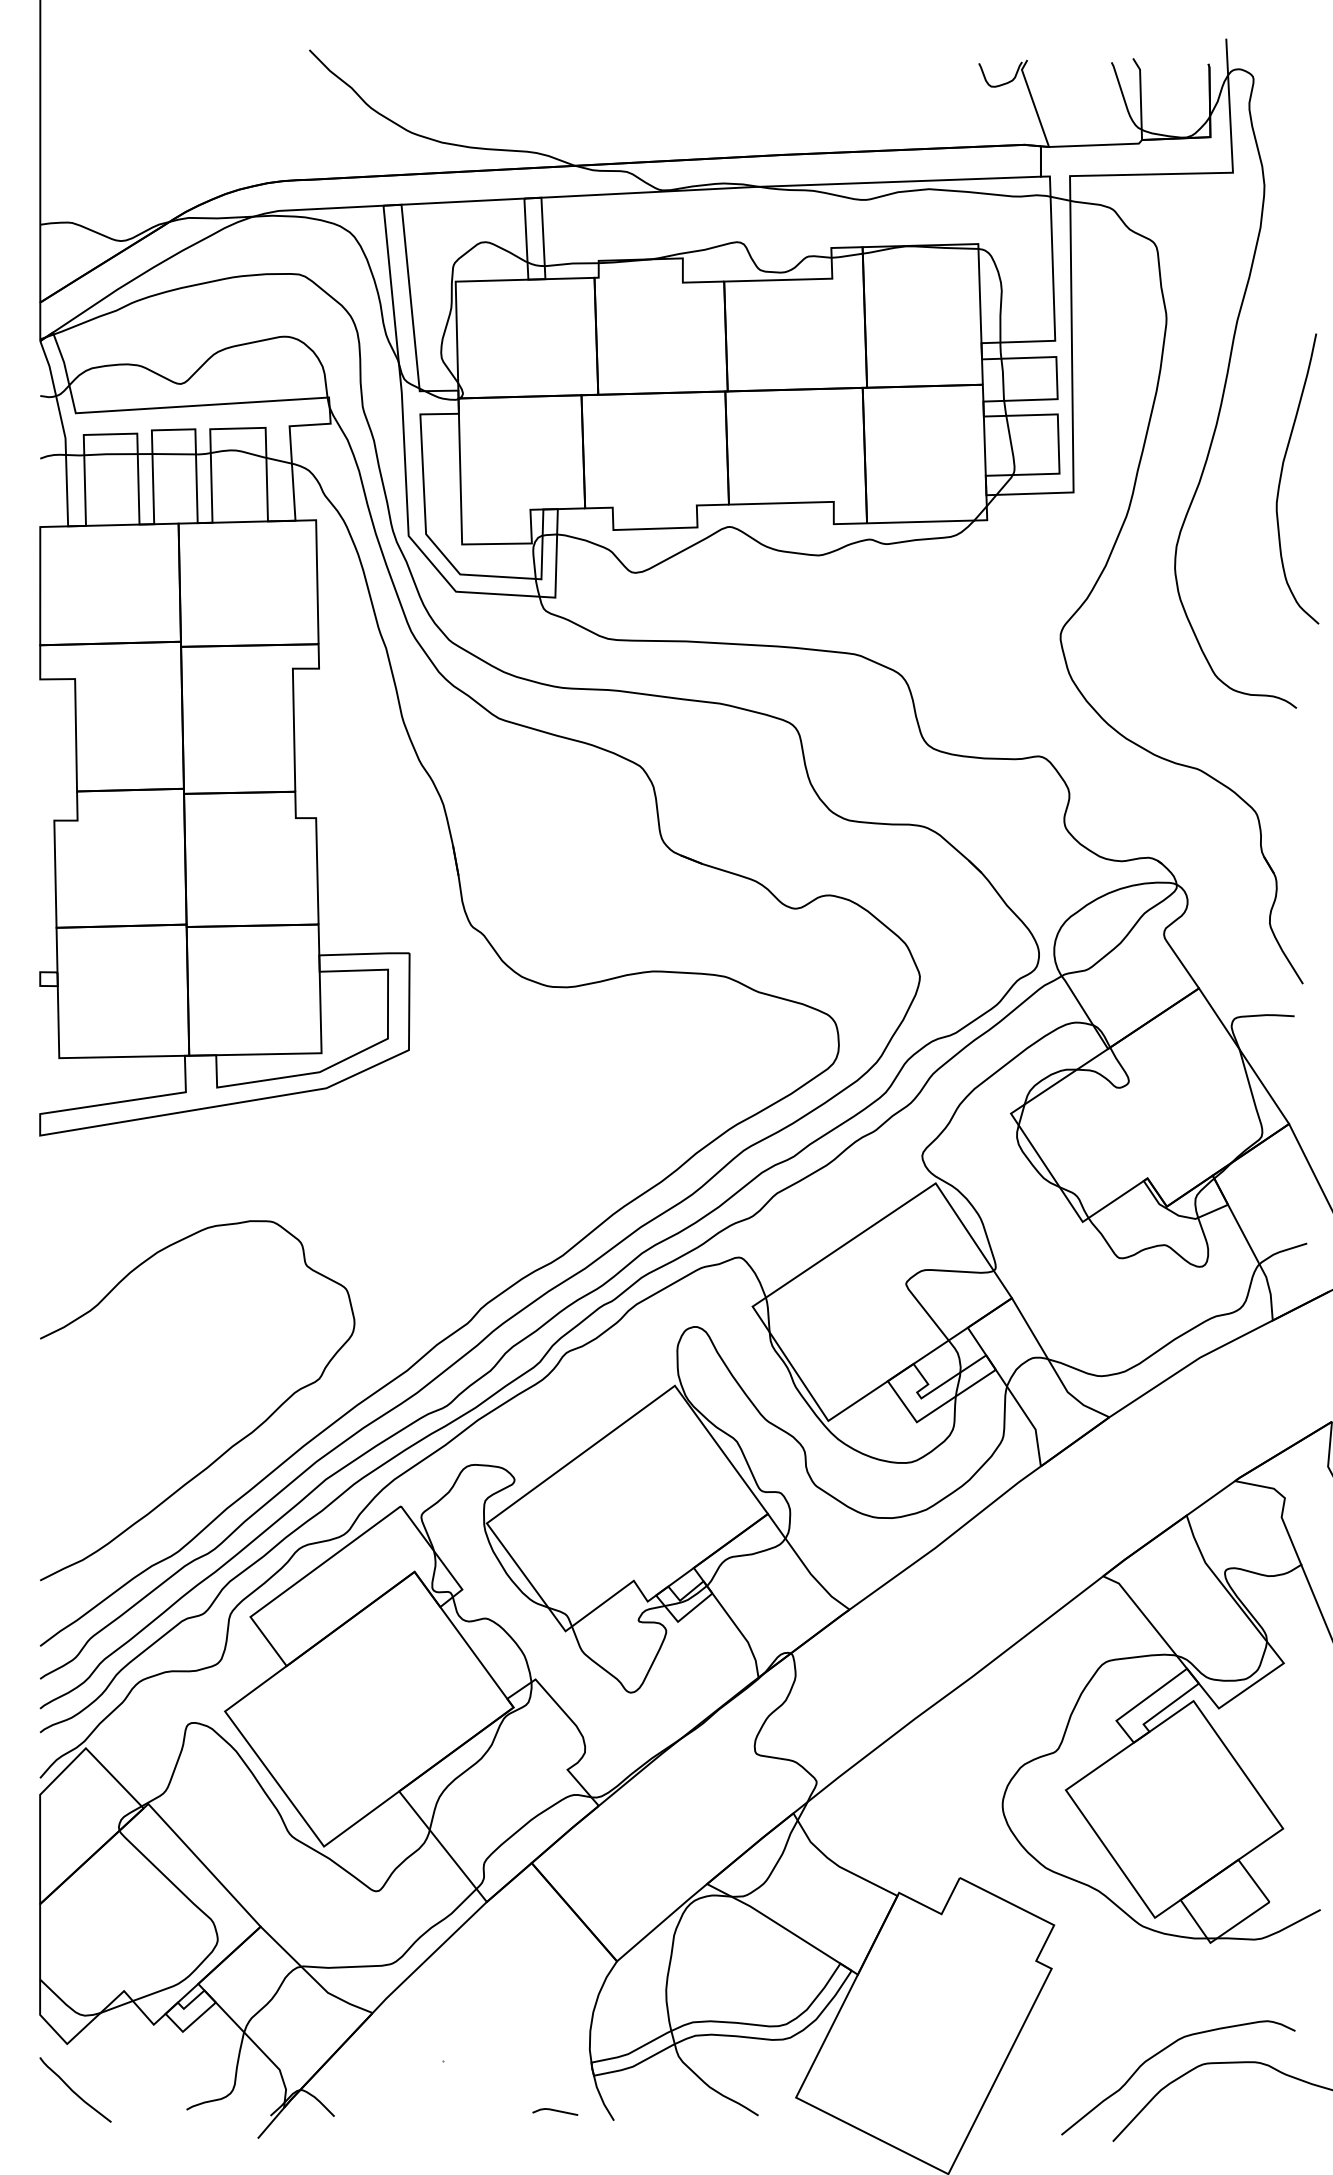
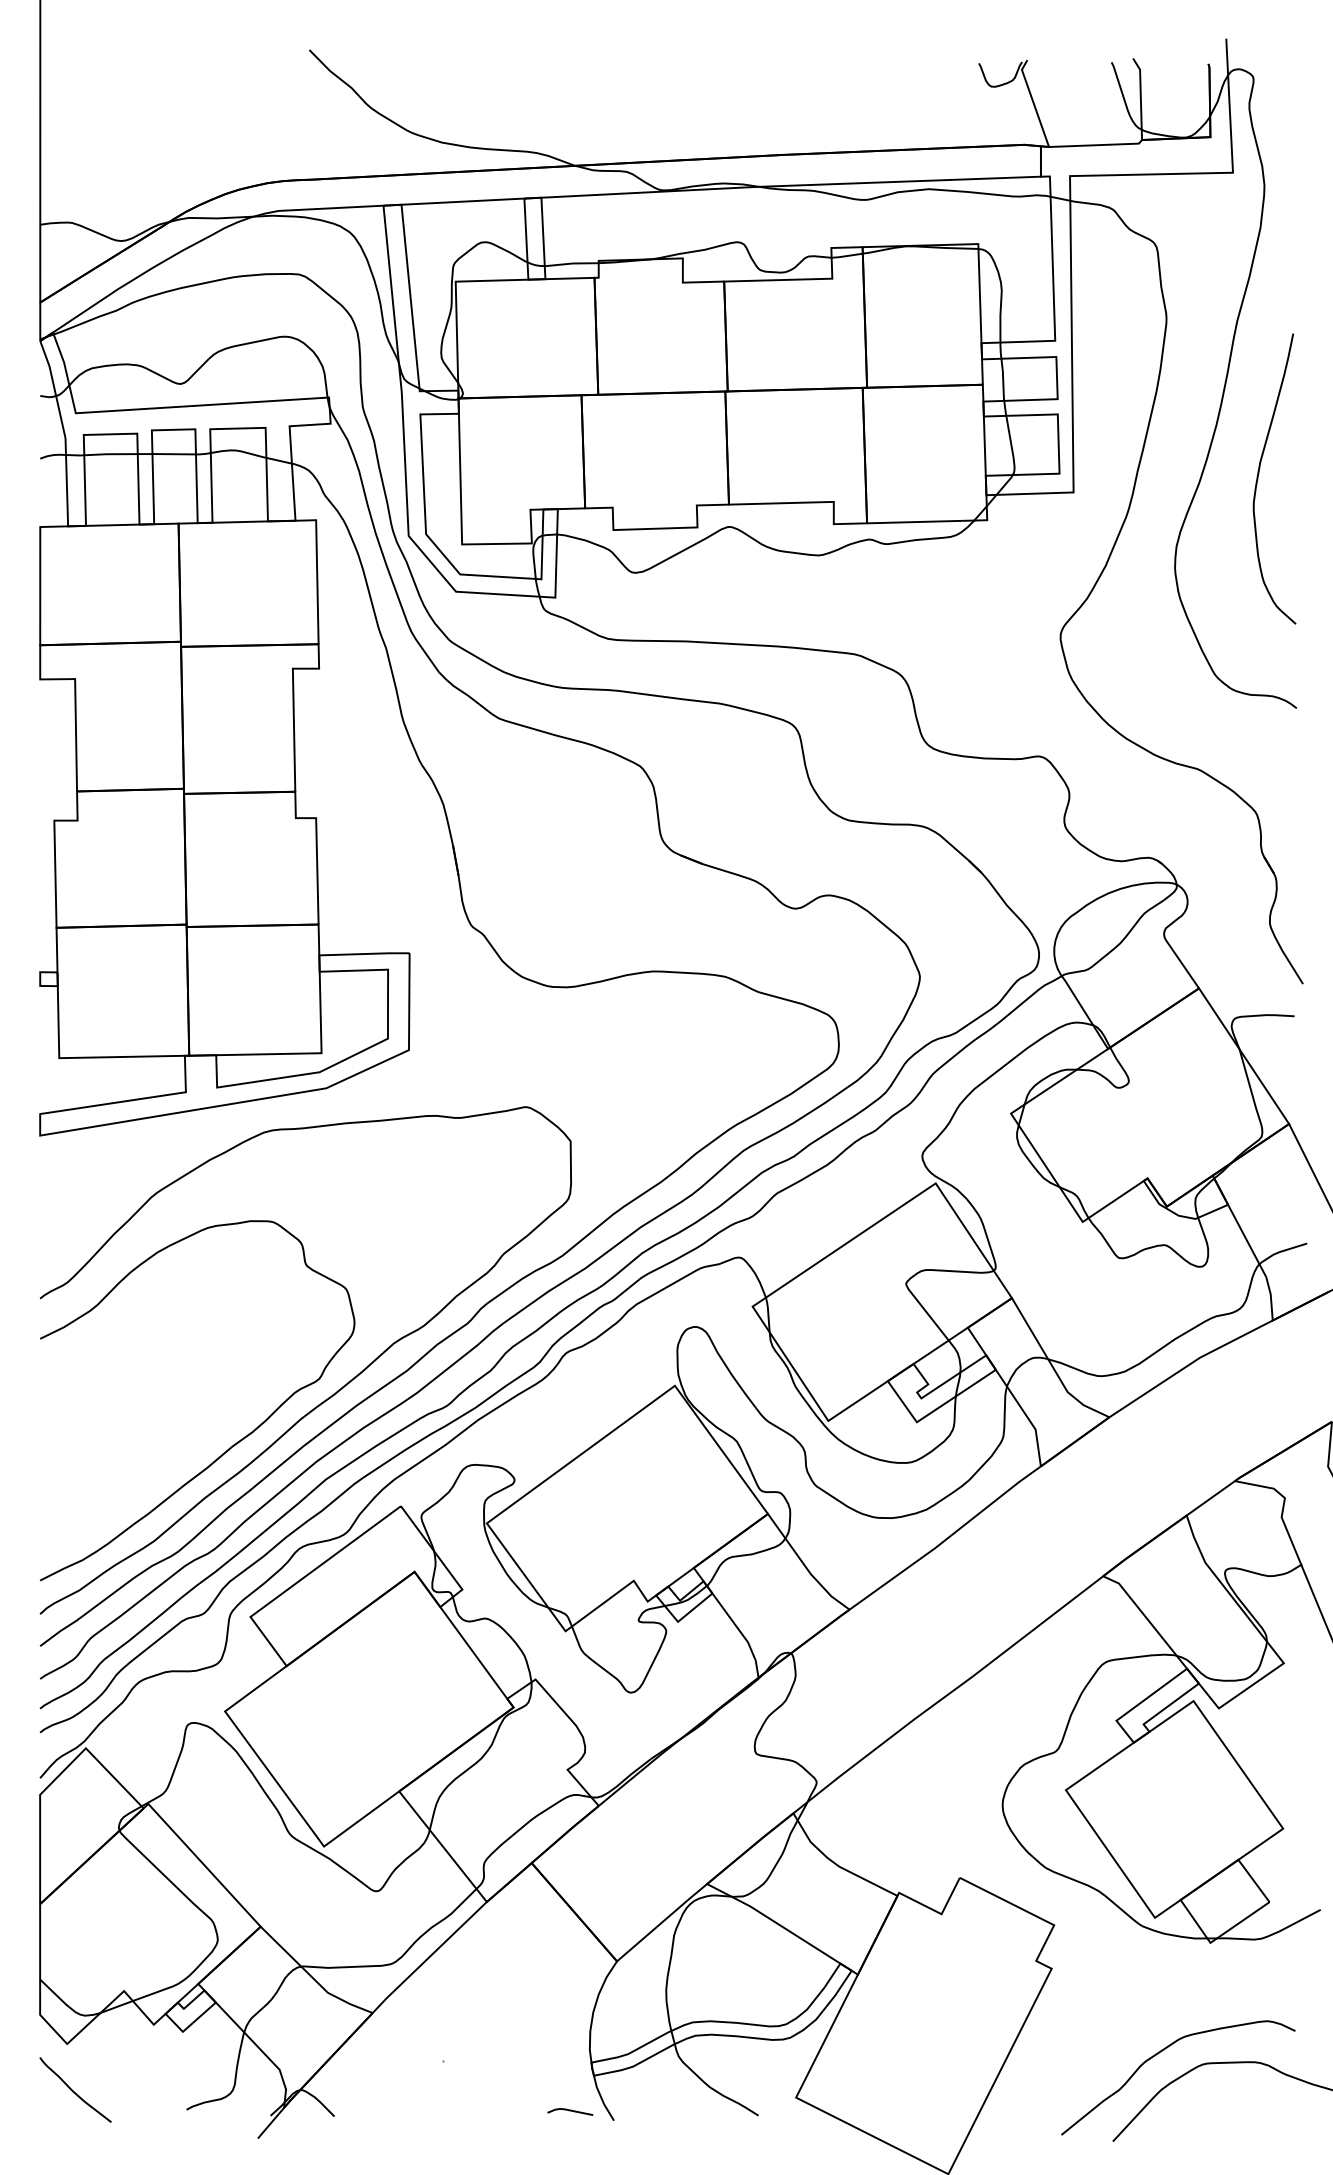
curve at (1282, 473) position: (1282, 473) -> (1259, 473)
curve at (329, 1396): none -> present
line at (555, 2111) position: (555, 2111) -> (570, 2111)
